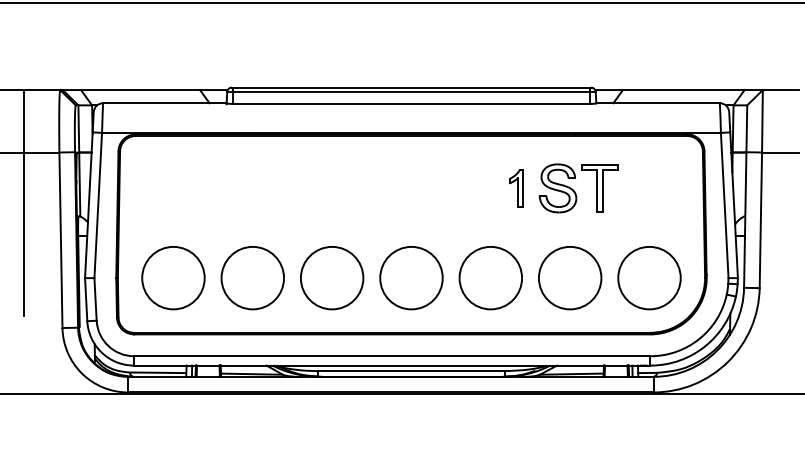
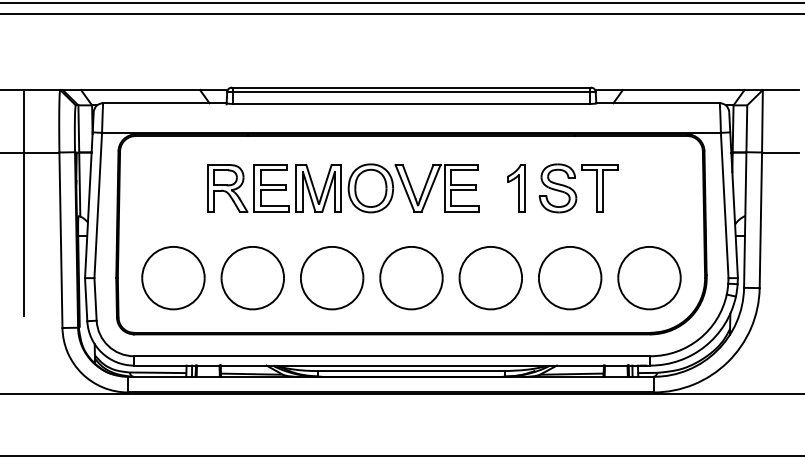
line at (401, 13): none -> present
part at (343, 188): none -> present
part at (516, 188) size: 15x39 px -> 19x49 px
line at (401, 456): none -> present
